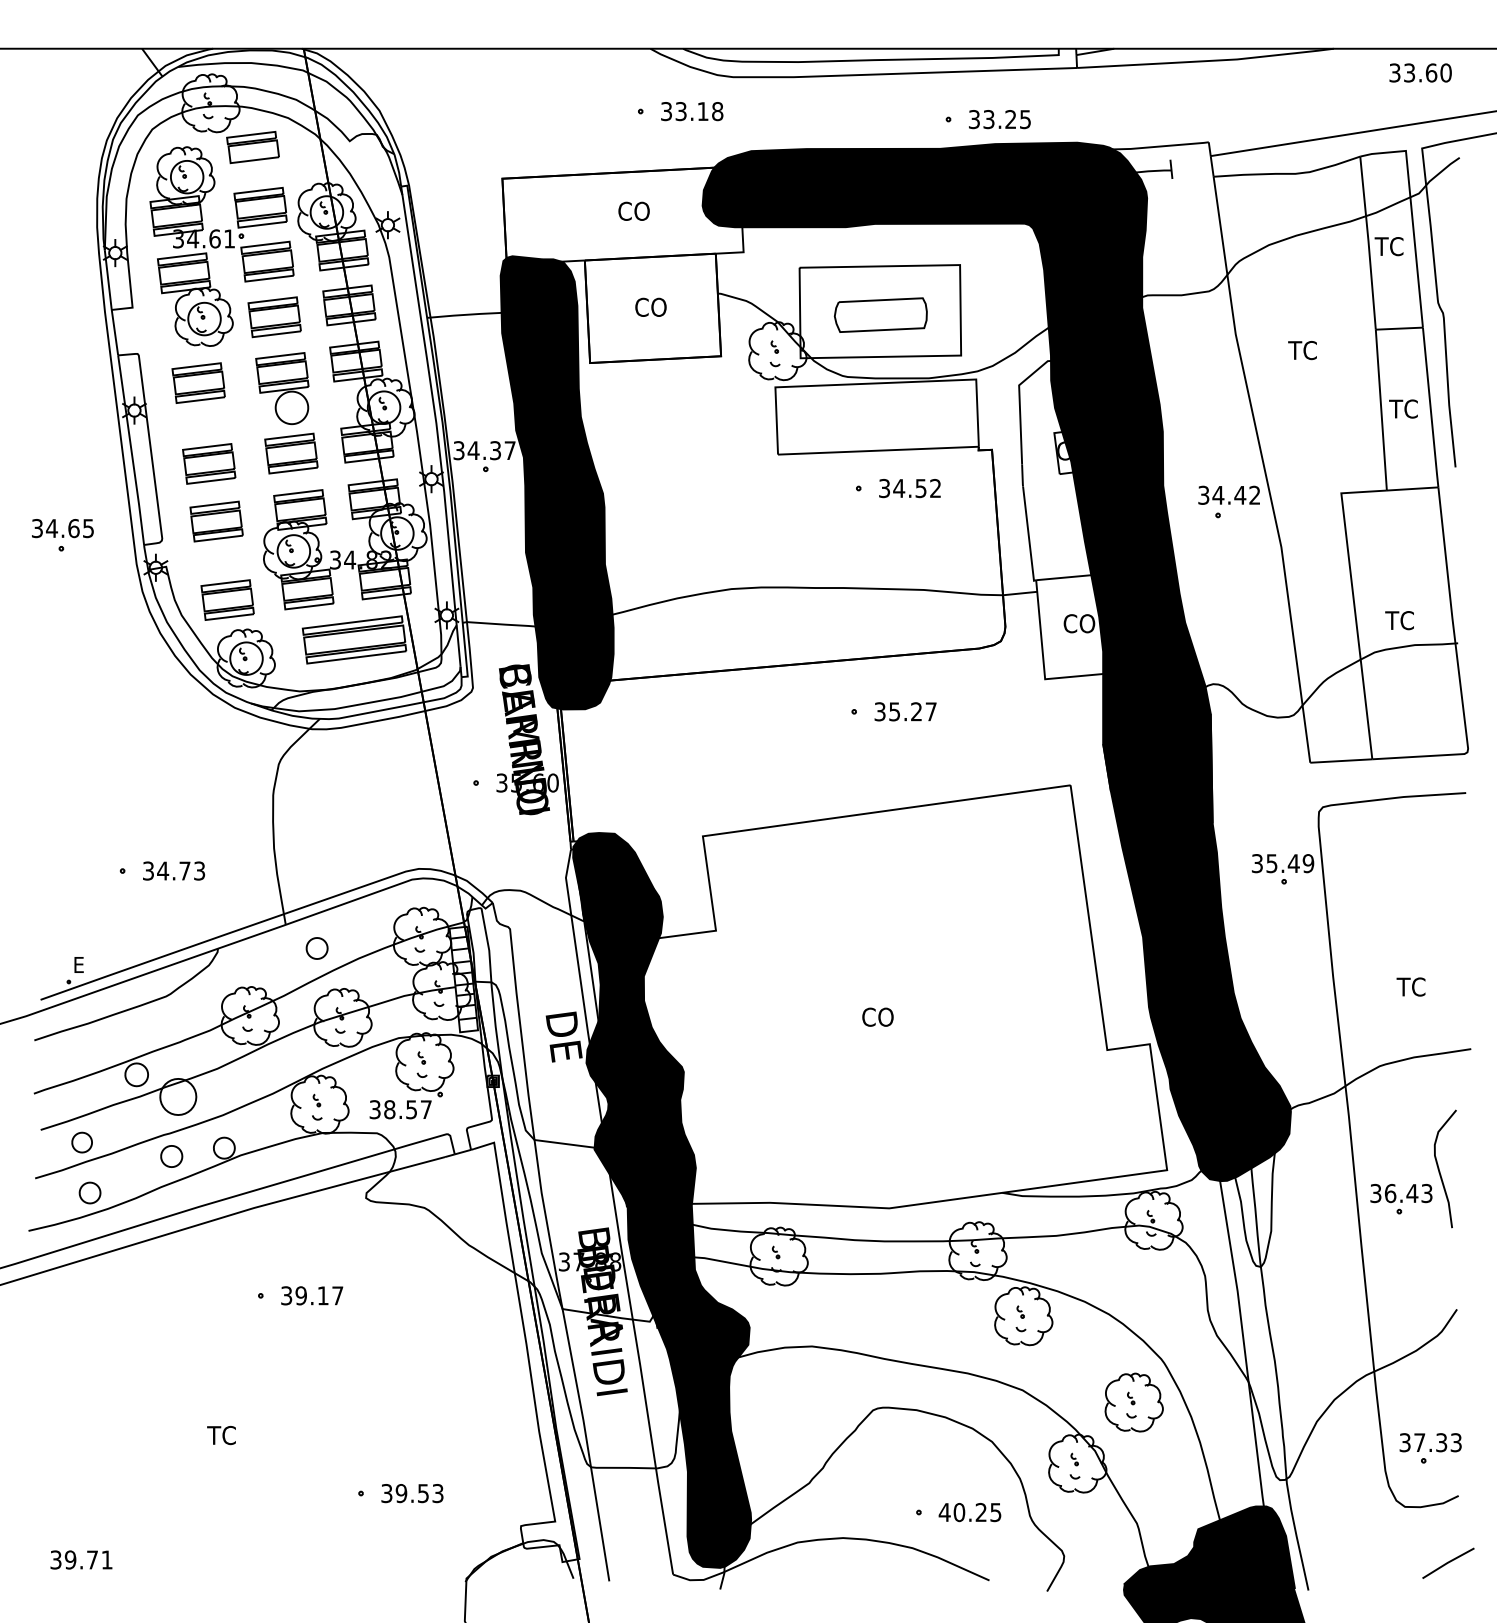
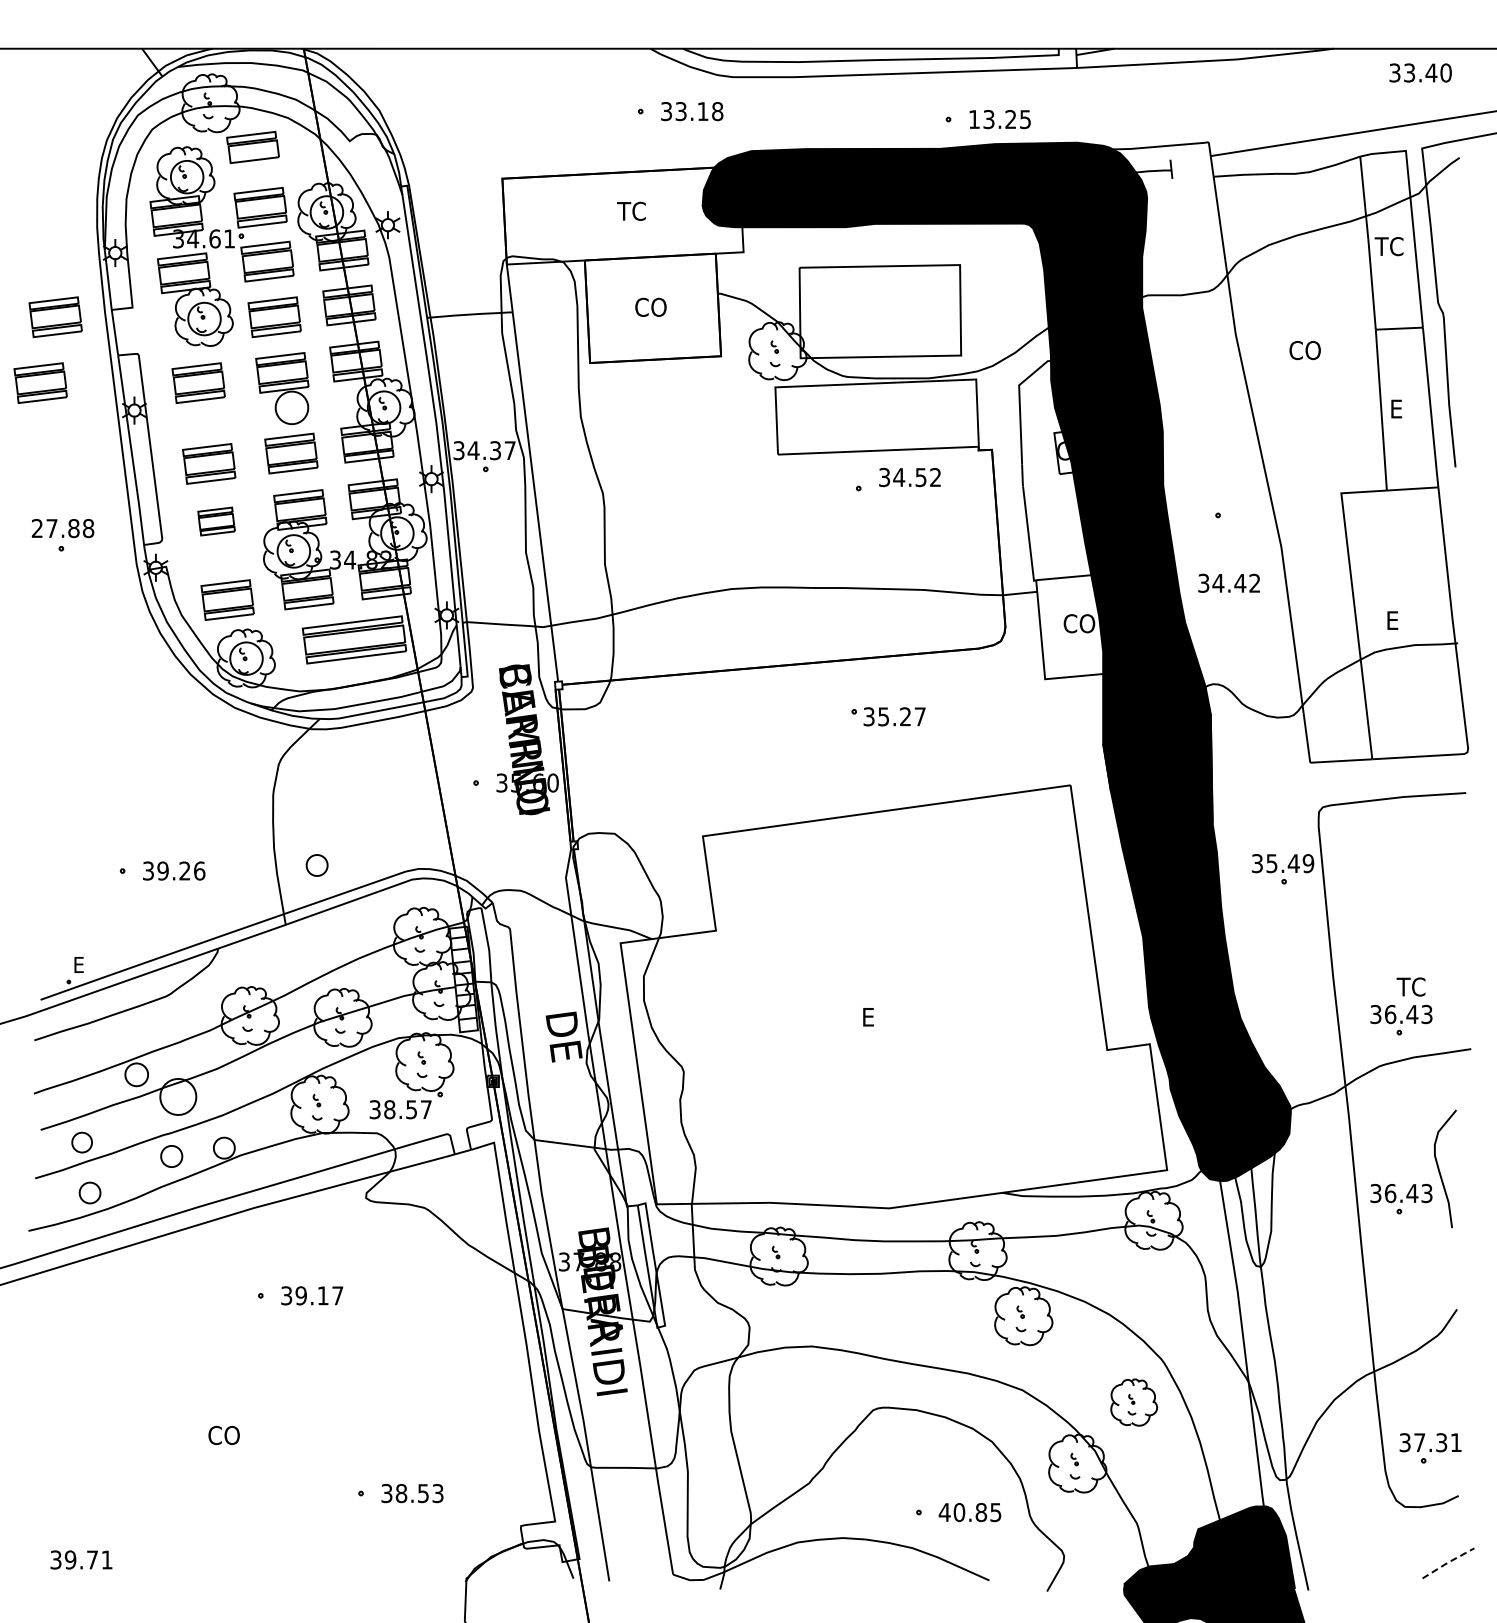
text at (1431, 72): 33.60 -> 33.40
text at (974, 119): 33.25 -> 13.25
text at (633, 210): CO -> TC
part at (880, 314): present -> none
part at (55, 317): none -> present
text at (1304, 350): TC -> CO
part at (40, 382): none -> present
text at (1403, 408): TC -> E
fill at (556, 482): present -> none
text at (909, 488) position: (909, 488) -> (909, 477)
text at (1228, 494) position: (1228, 494) -> (1228, 582)
part at (216, 521) size: 55x43 px -> 39x31 px
text at (62, 528): 34.65 -> 27.88
text at (1399, 620): TC -> E
text at (905, 711) position: (905, 711) -> (894, 716)
text at (181, 870): 34.73 -> 39.26
part at (316, 948) position: (316, 948) -> (316, 865)
text at (877, 1016): CO -> E
part at (1401, 1020): none -> present
fill at (662, 1200): present -> none
part at (1133, 1402) size: 60x61 px -> 48x49 px
text at (223, 1435): TC -> CO
text at (1455, 1442): 37.33 -> 37.31
text at (401, 1493): 39.53 -> 38.53
text at (981, 1512): 40.25 -> 40.85
line at (1447, 1562): solid -> dashed
